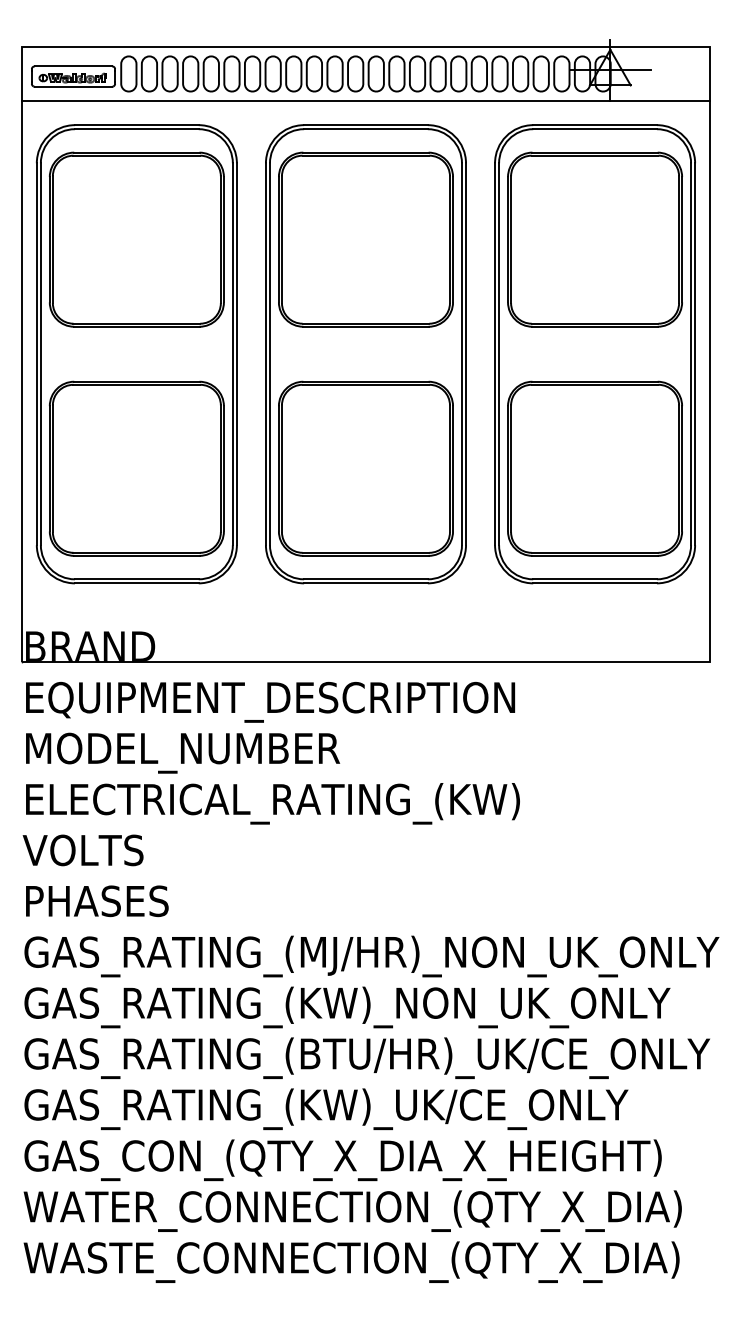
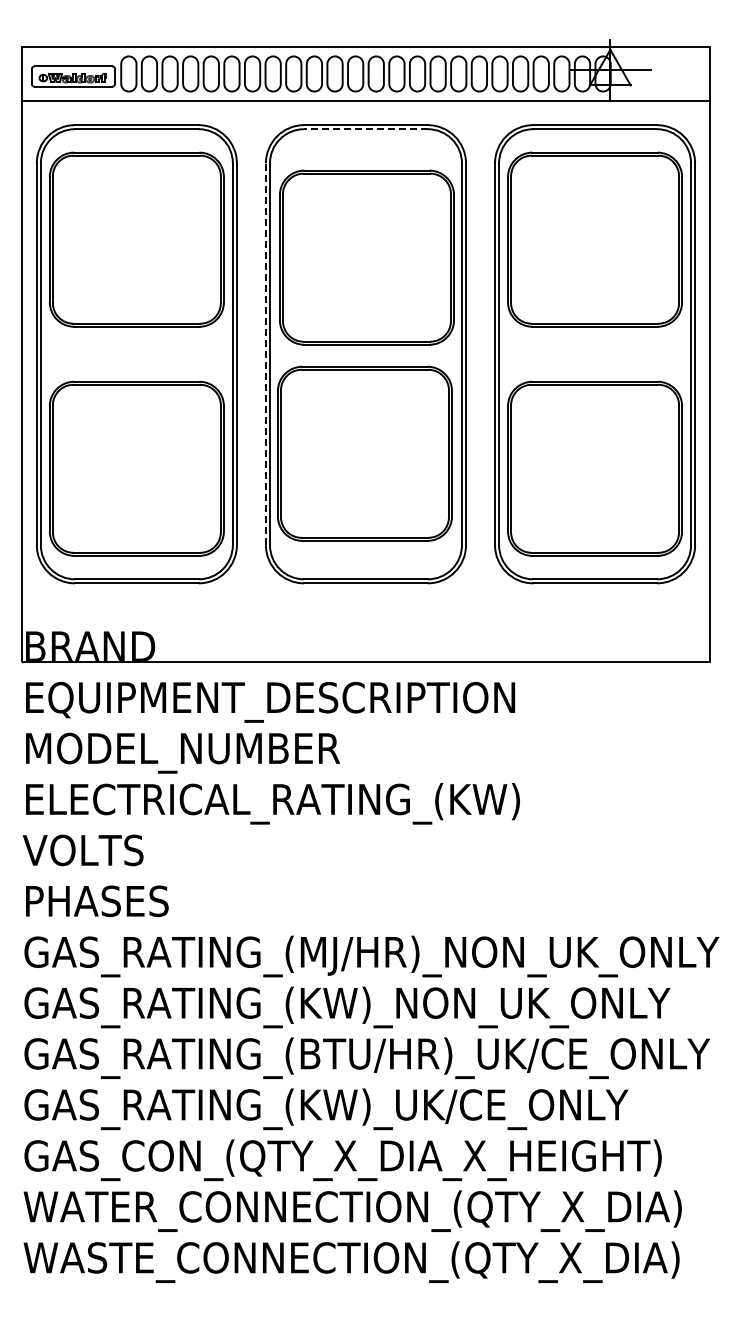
line at (365, 129): solid -> dashed
part at (365, 239) position: (365, 239) -> (366, 257)
line at (265, 354): solid -> dashed
part at (365, 468) position: (365, 468) -> (364, 453)
